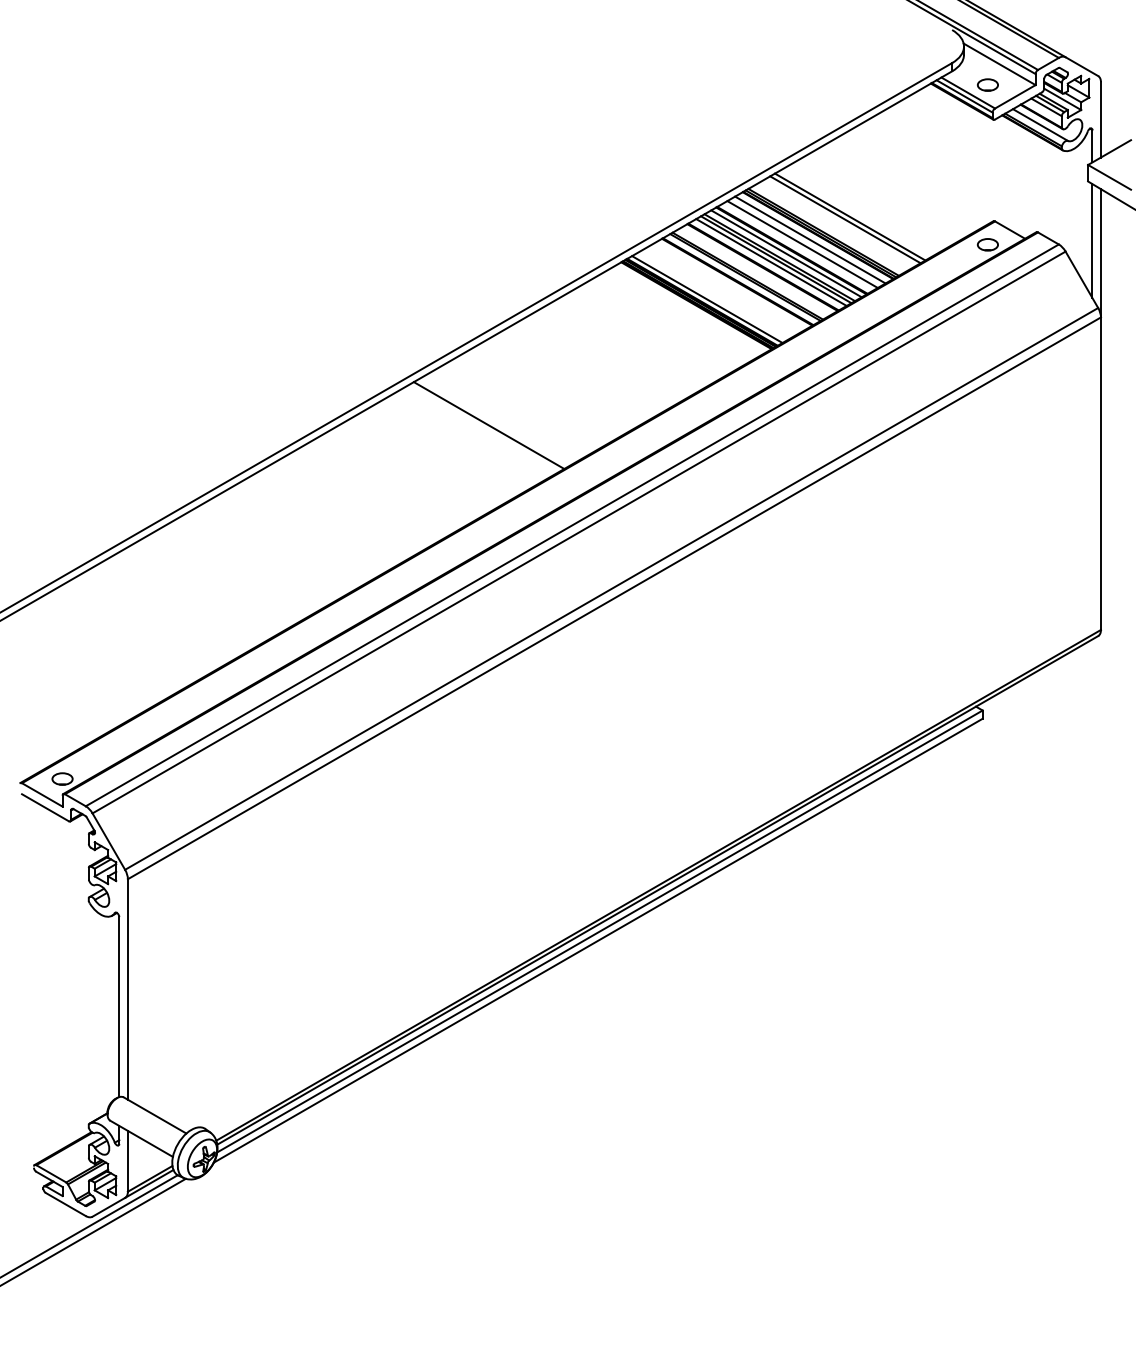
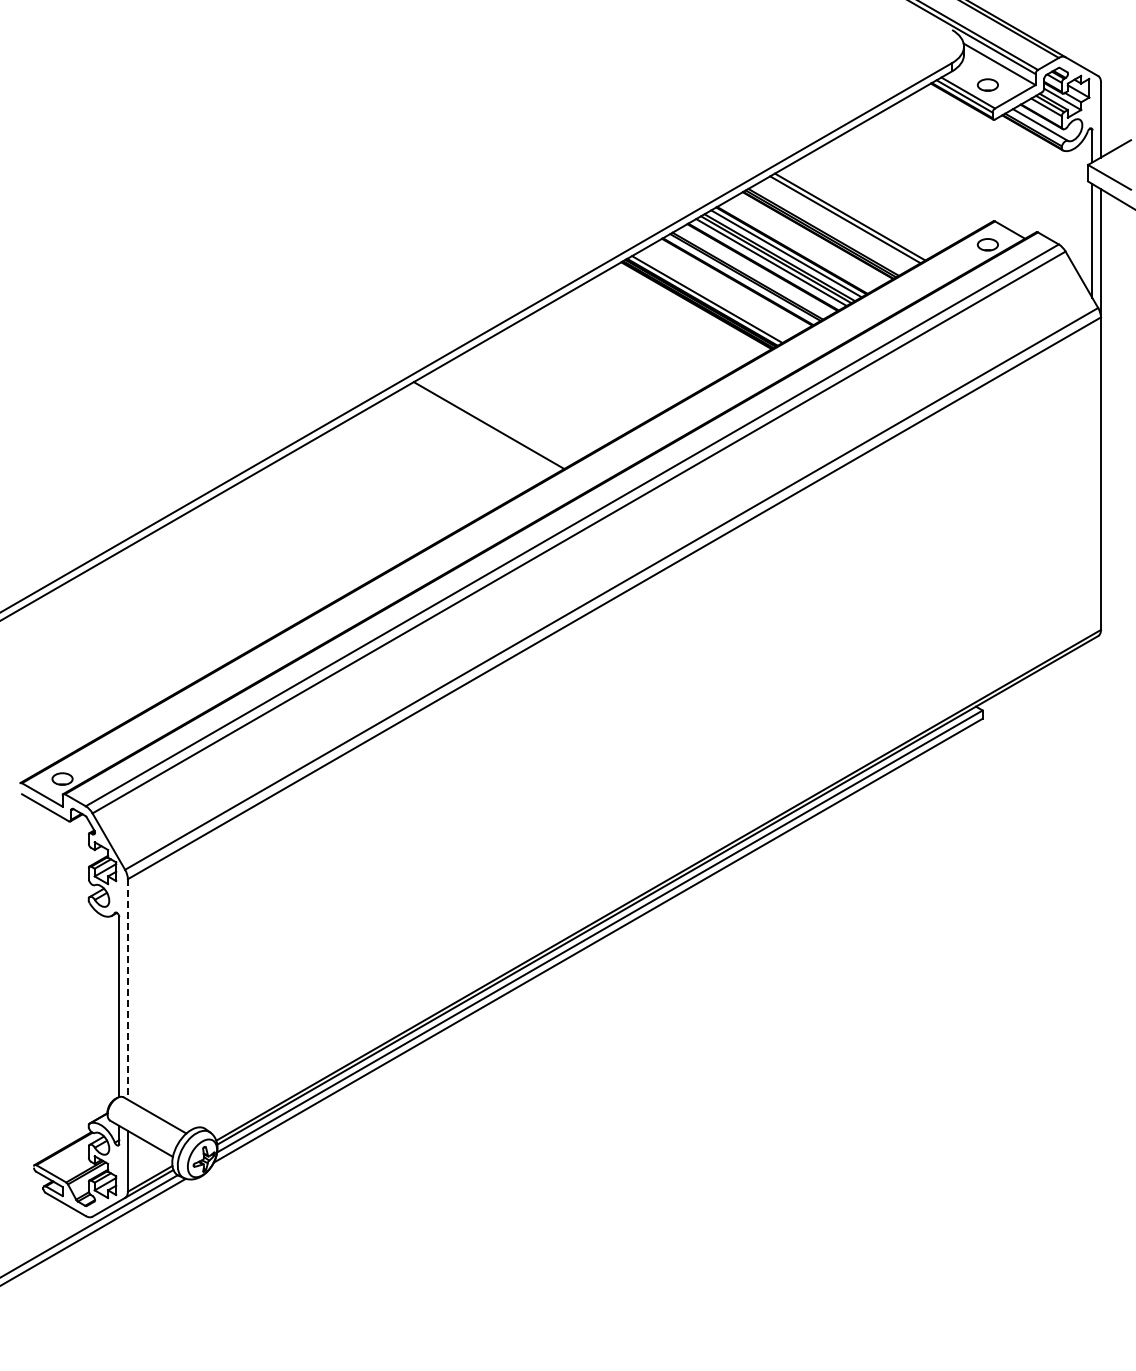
line at (810, 239): present -> none
line at (802, 244): present -> none
line at (127, 989): solid -> dashed
